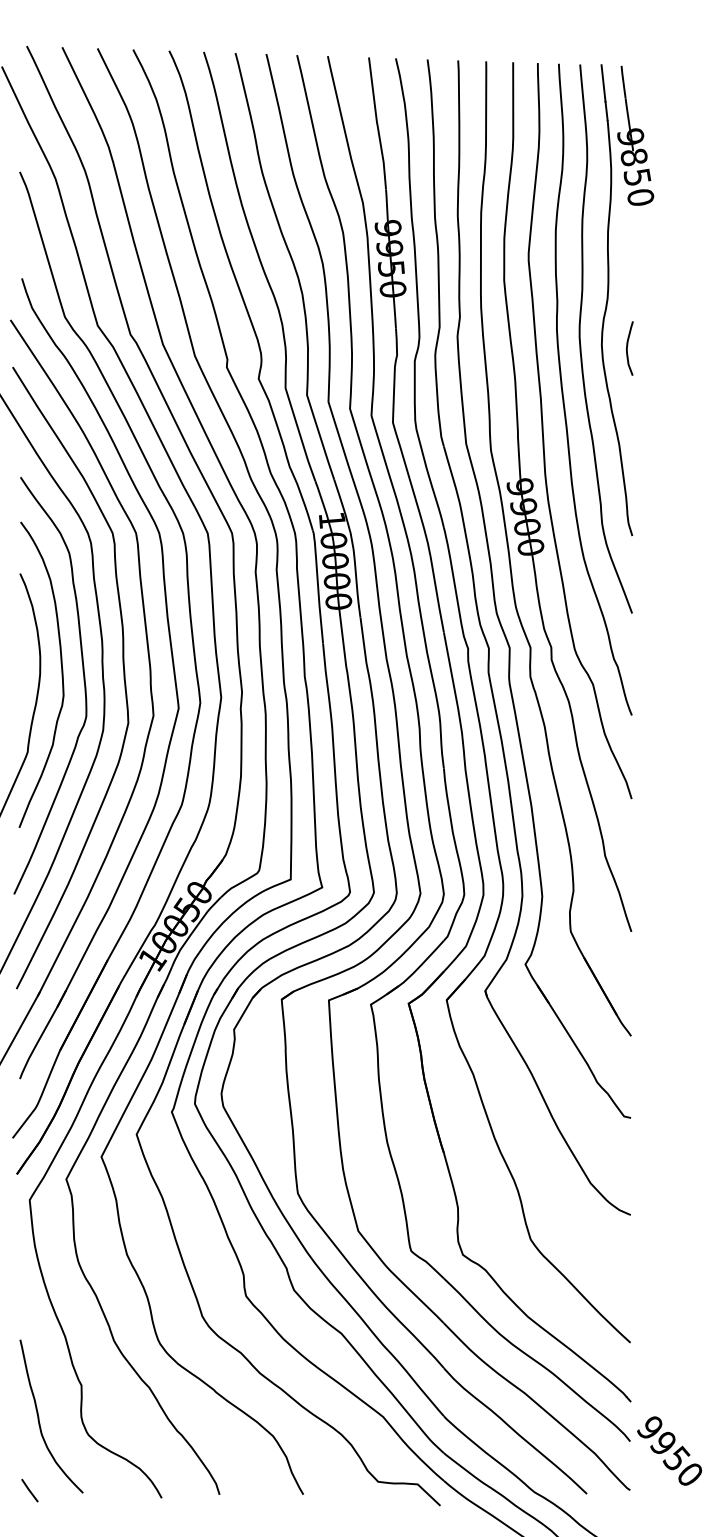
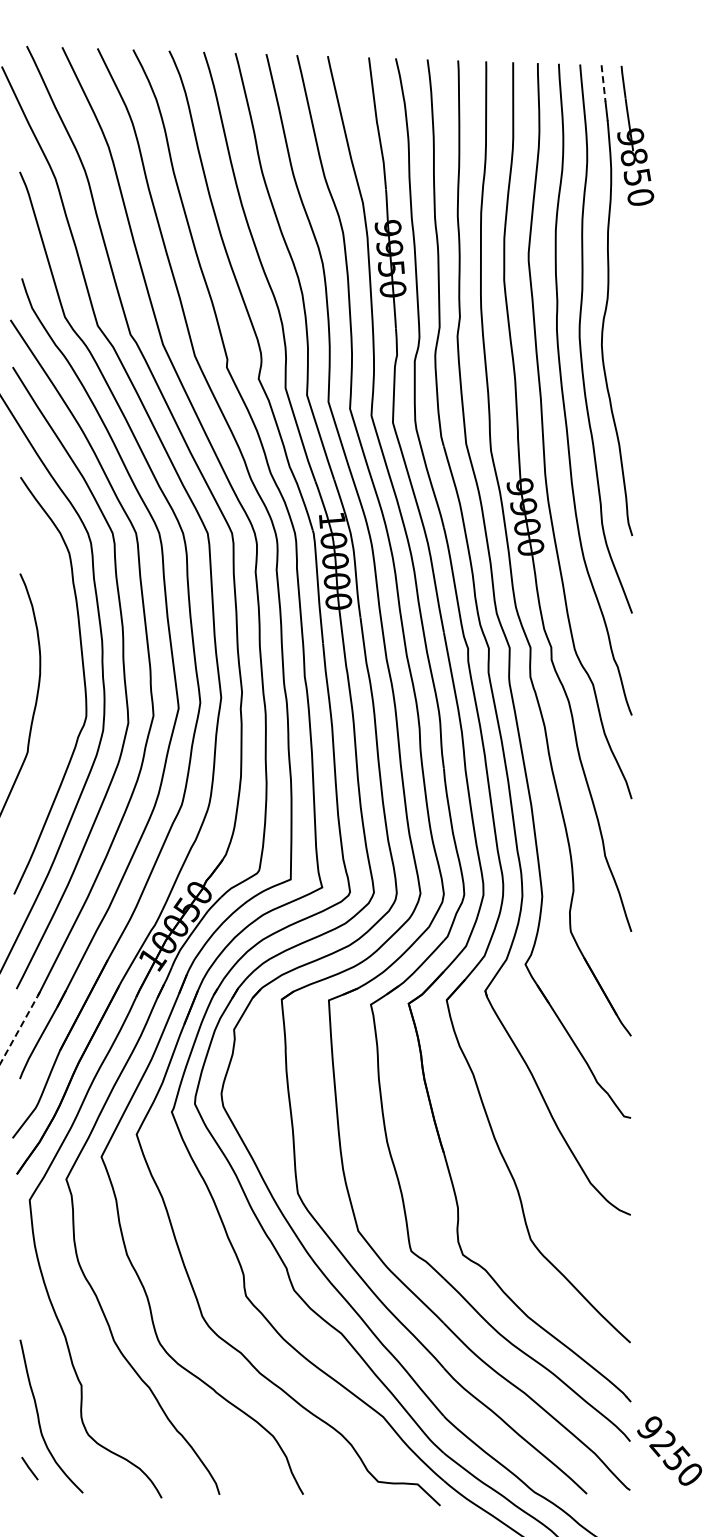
line at (603, 84): solid -> dashed
curve at (627, 348): present -> none
curve at (61, 674): present -> none
line at (21, 1026): solid -> dashed
text at (662, 1443): 9950 -> 9250
line at (29, 1490) position: (29, 1490) -> (29, 1468)
